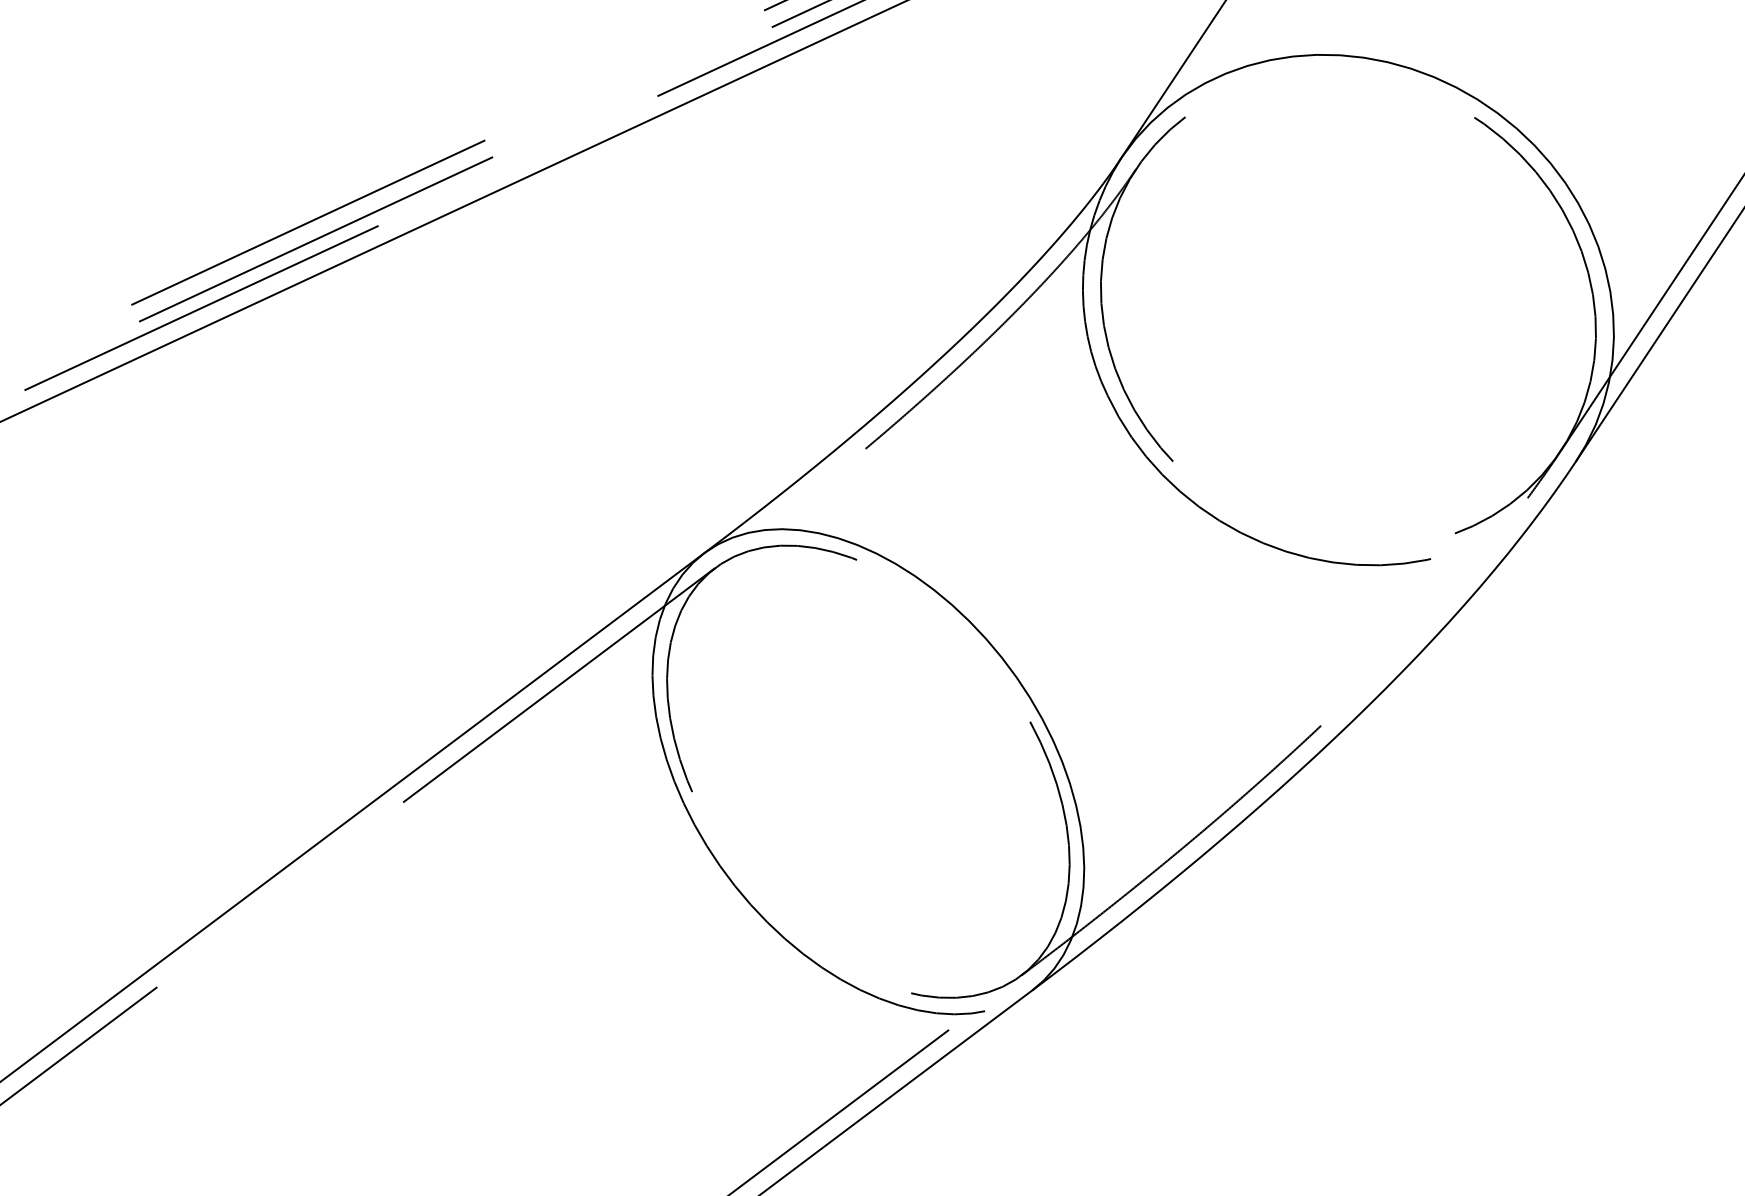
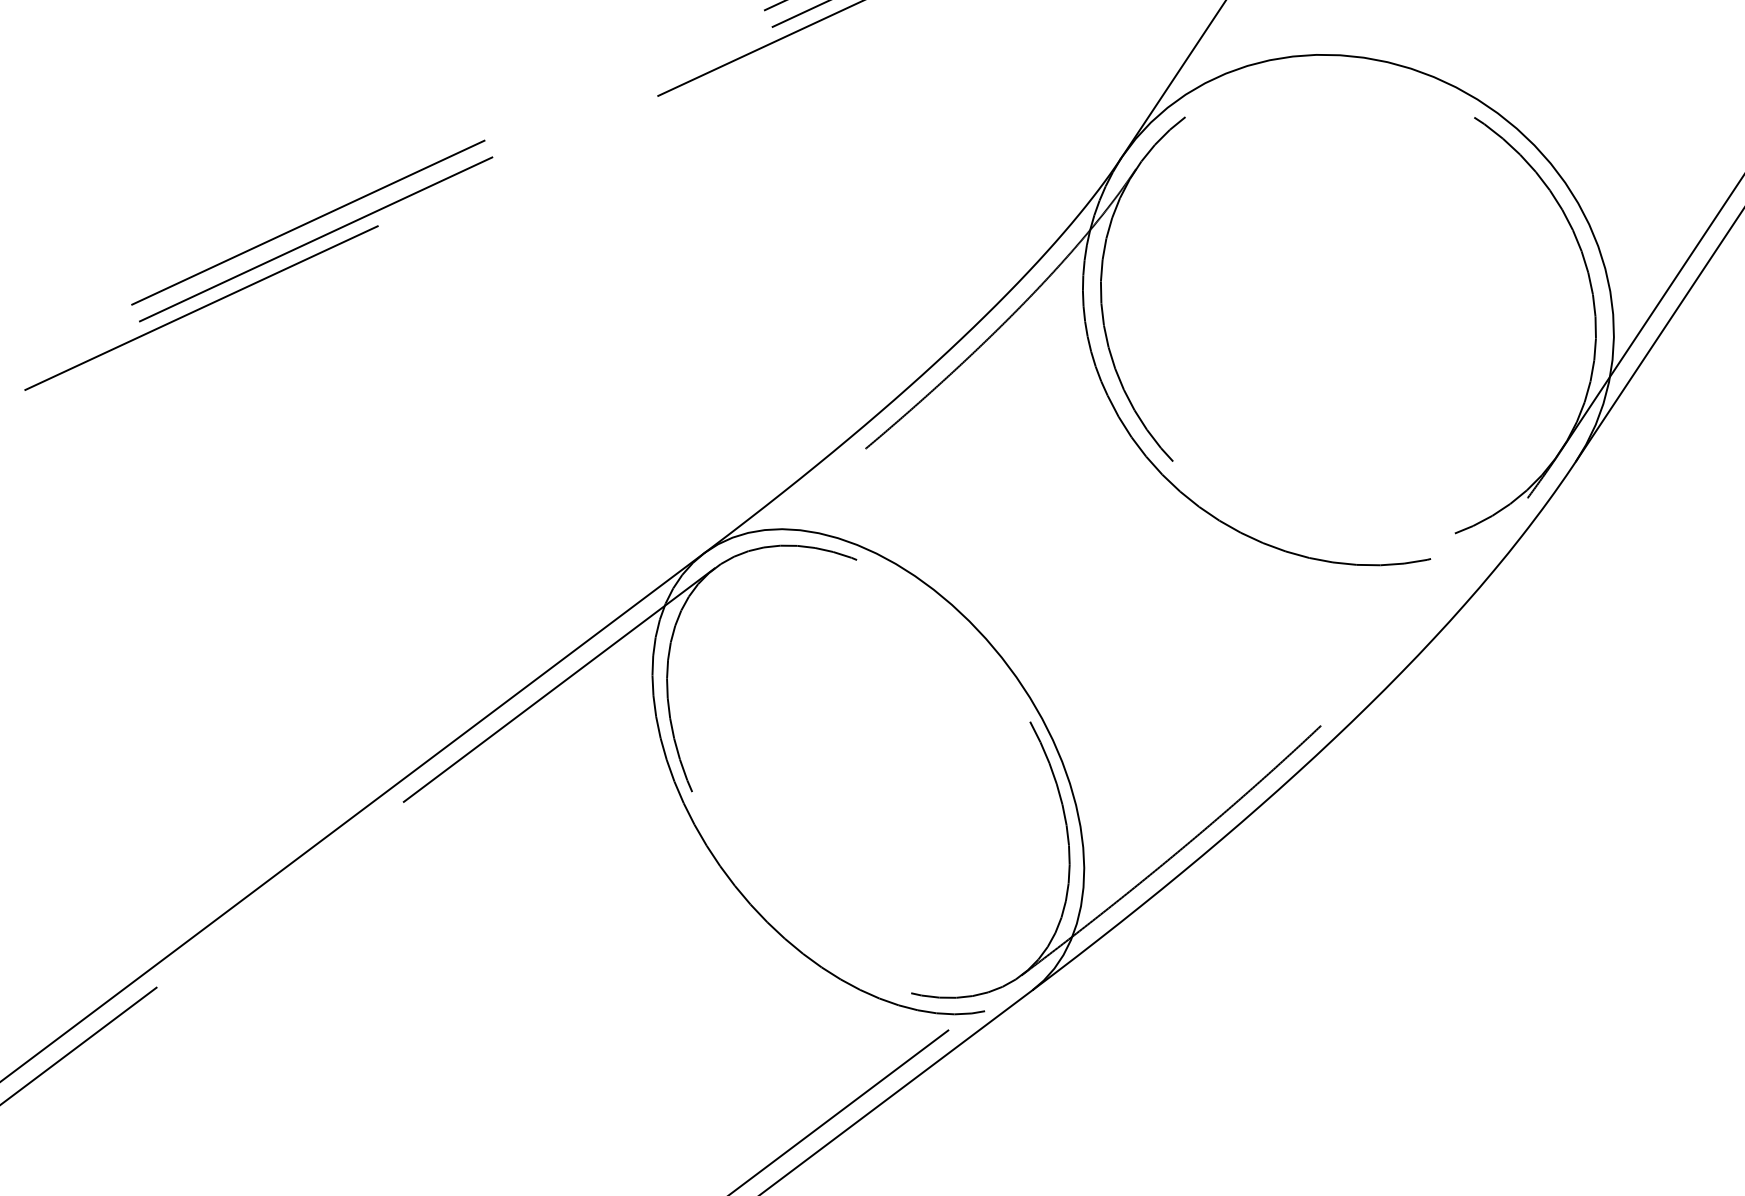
line at (452, 211): present -> none
